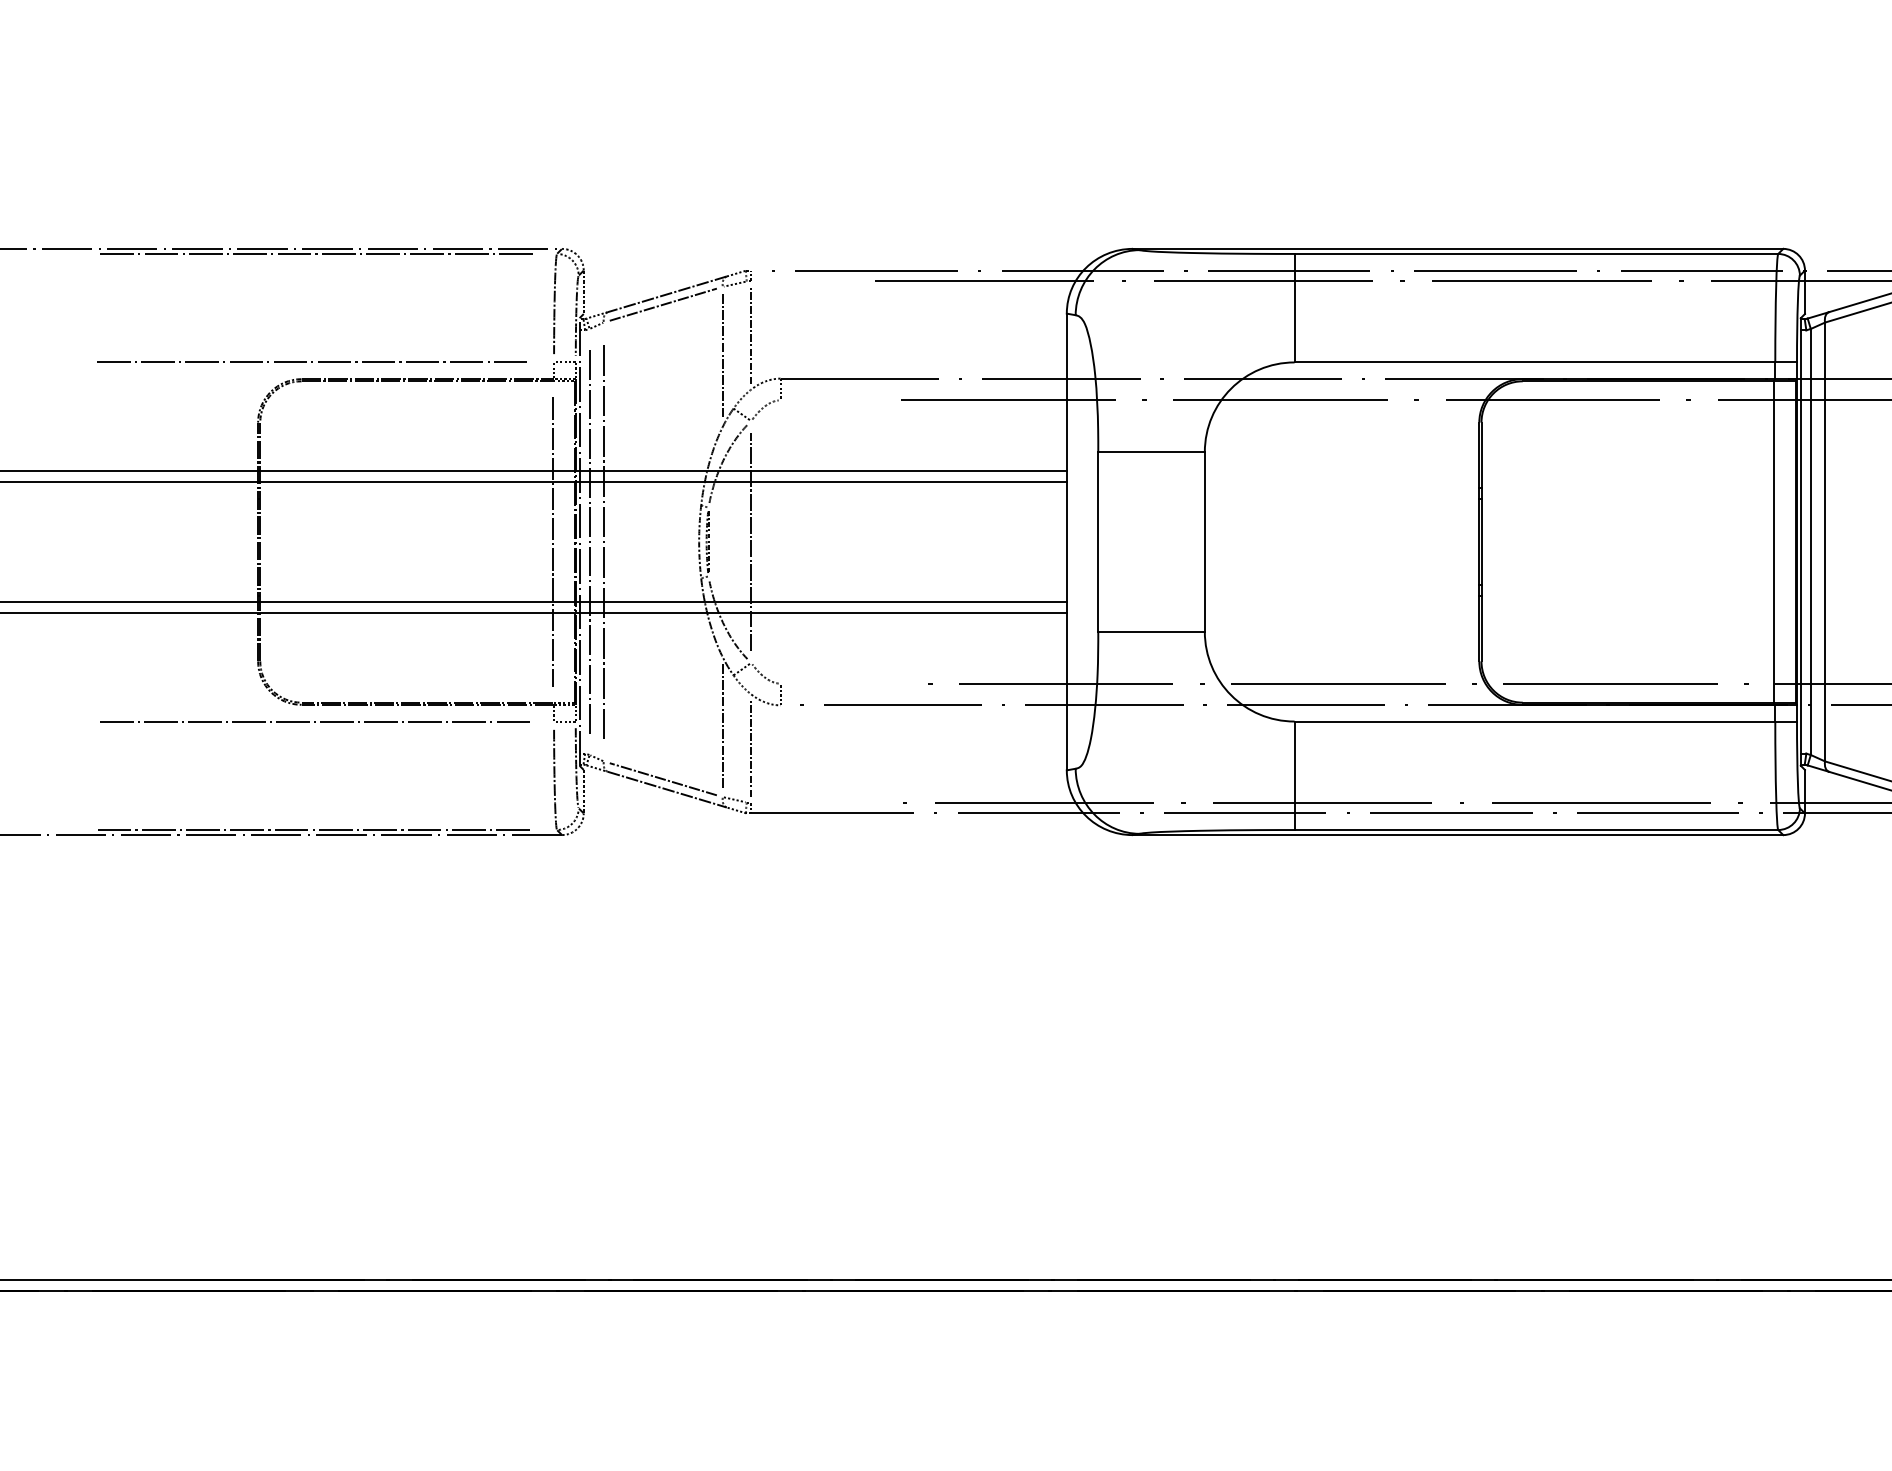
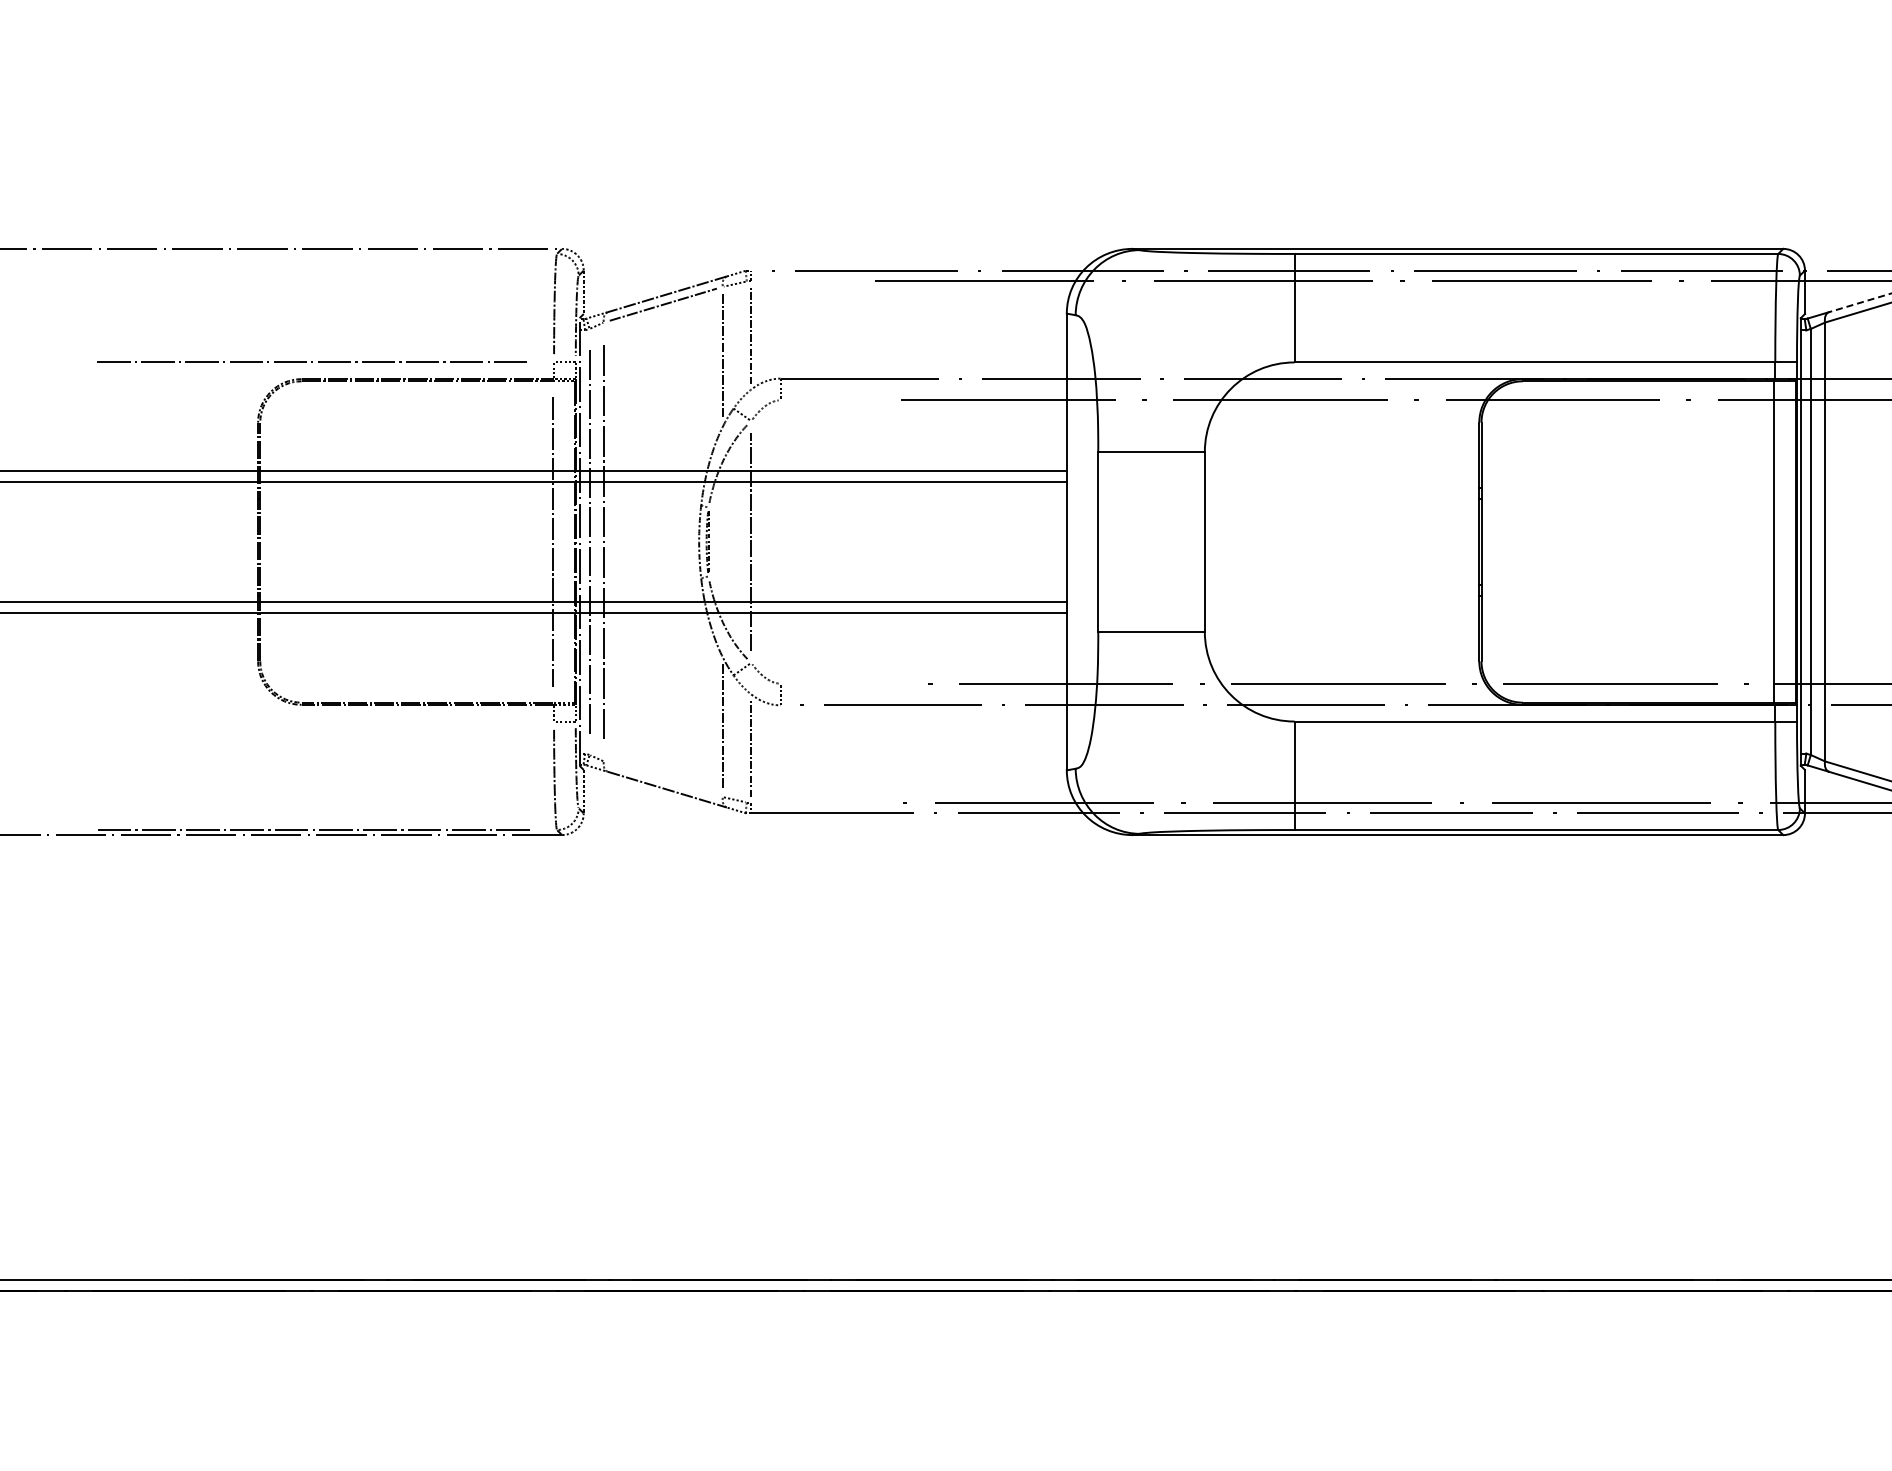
line at (314, 253): present -> none
line at (1860, 302): solid -> dashed
line at (314, 721): present -> none
line at (662, 779): present -> none
